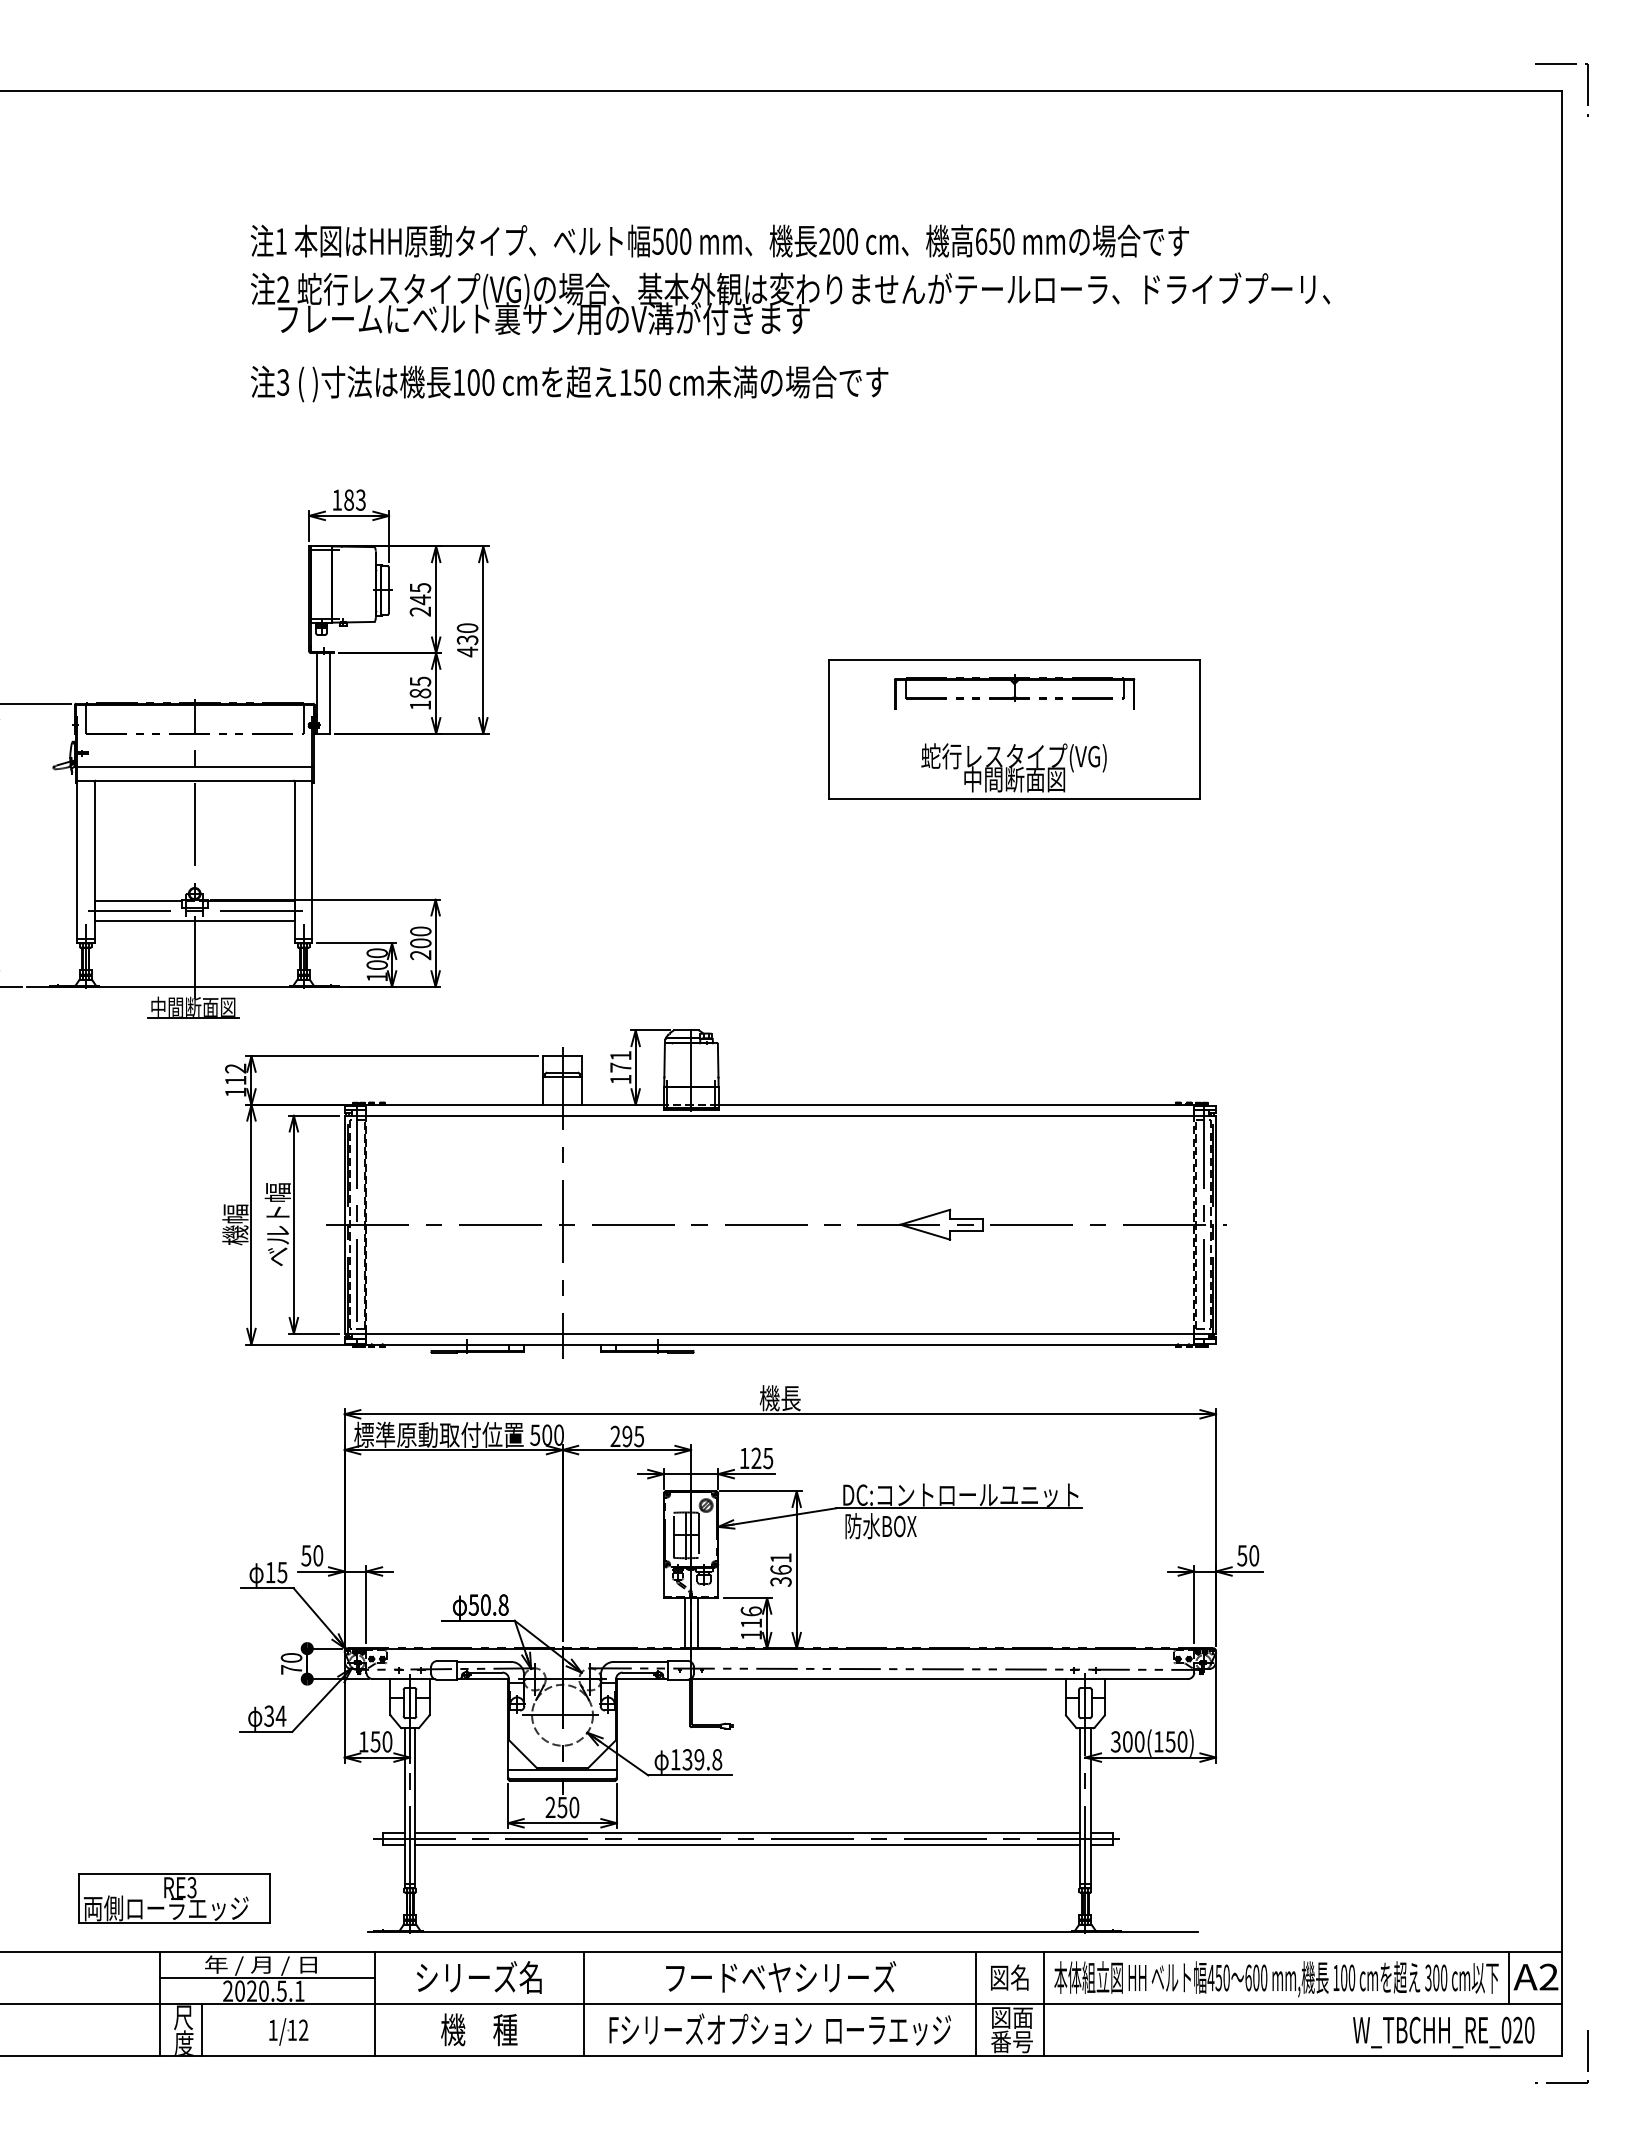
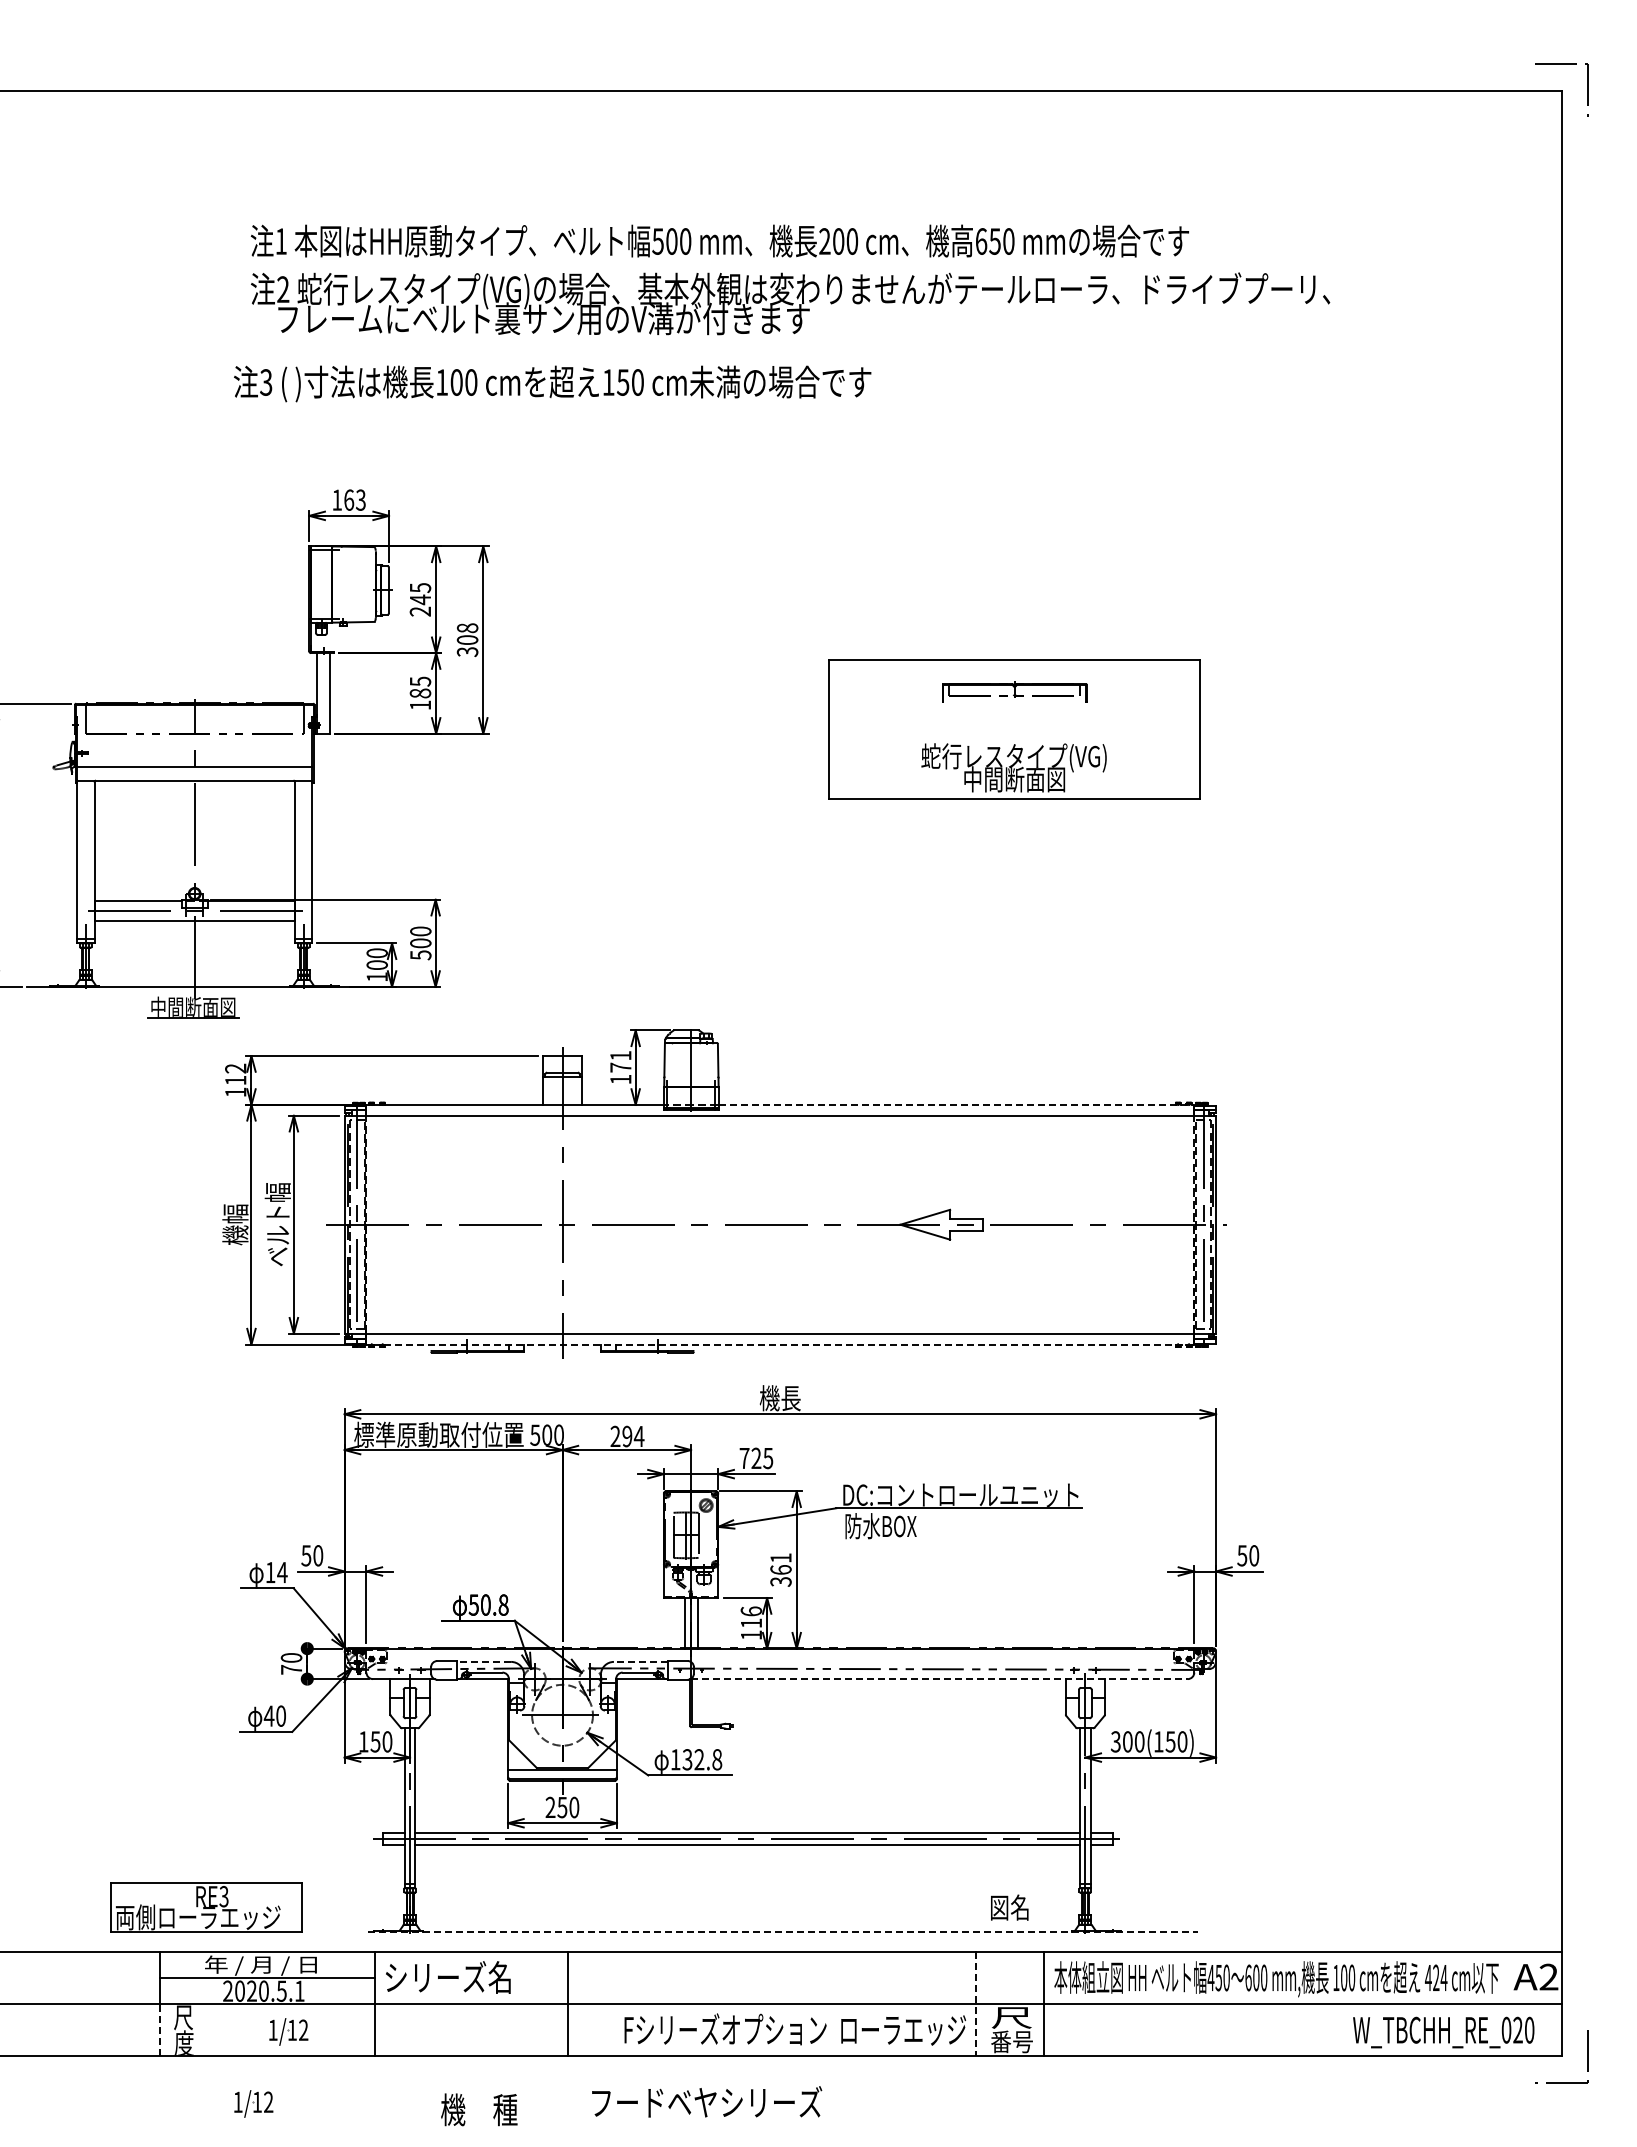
text at (569, 383) position: (569, 383) -> (552, 383)
text at (349, 499): 183 -> 163
text at (467, 640): 430 -> 308
part at (1014, 691) size: 242x36 px -> 146x22 px
text at (420, 955): 200 -> 500
line at (956, 1104): solid -> dashed
line at (780, 1344): solid -> dashed
text at (638, 1436): 295 -> 294
text at (744, 1458): 125 -> 725
text at (282, 1572): 15 -> 14
line at (484, 1661): solid -> dashed
line at (640, 1661): solid -> dashed
line at (939, 1679): solid -> dashed
text at (274, 1715): 34 -> 40
text at (699, 1759): 139.8 -> 132.8
part at (174, 1898) position: (174, 1898) -> (206, 1907)
line at (783, 1931): solid -> dashed
text at (781, 1976) position: (781, 1976) -> (707, 2101)
text at (479, 1977) position: (479, 1977) -> (448, 1977)
text at (1009, 1977) position: (1009, 1977) -> (1009, 1907)
text at (1435, 1977): 300 -> 424
line at (1509, 1977): present -> none
line at (583, 2003) position: (583, 2003) -> (567, 2003)
line at (976, 2004): solid -> dashed
text at (1012, 2017): 図面 -> 尺
line at (160, 2029): solid -> dashed
text at (479, 2029) position: (479, 2029) -> (479, 2109)
text at (779, 2029) position: (779, 2029) -> (794, 2029)
line at (202, 2030): present -> none
part at (253, 2103): none -> present
